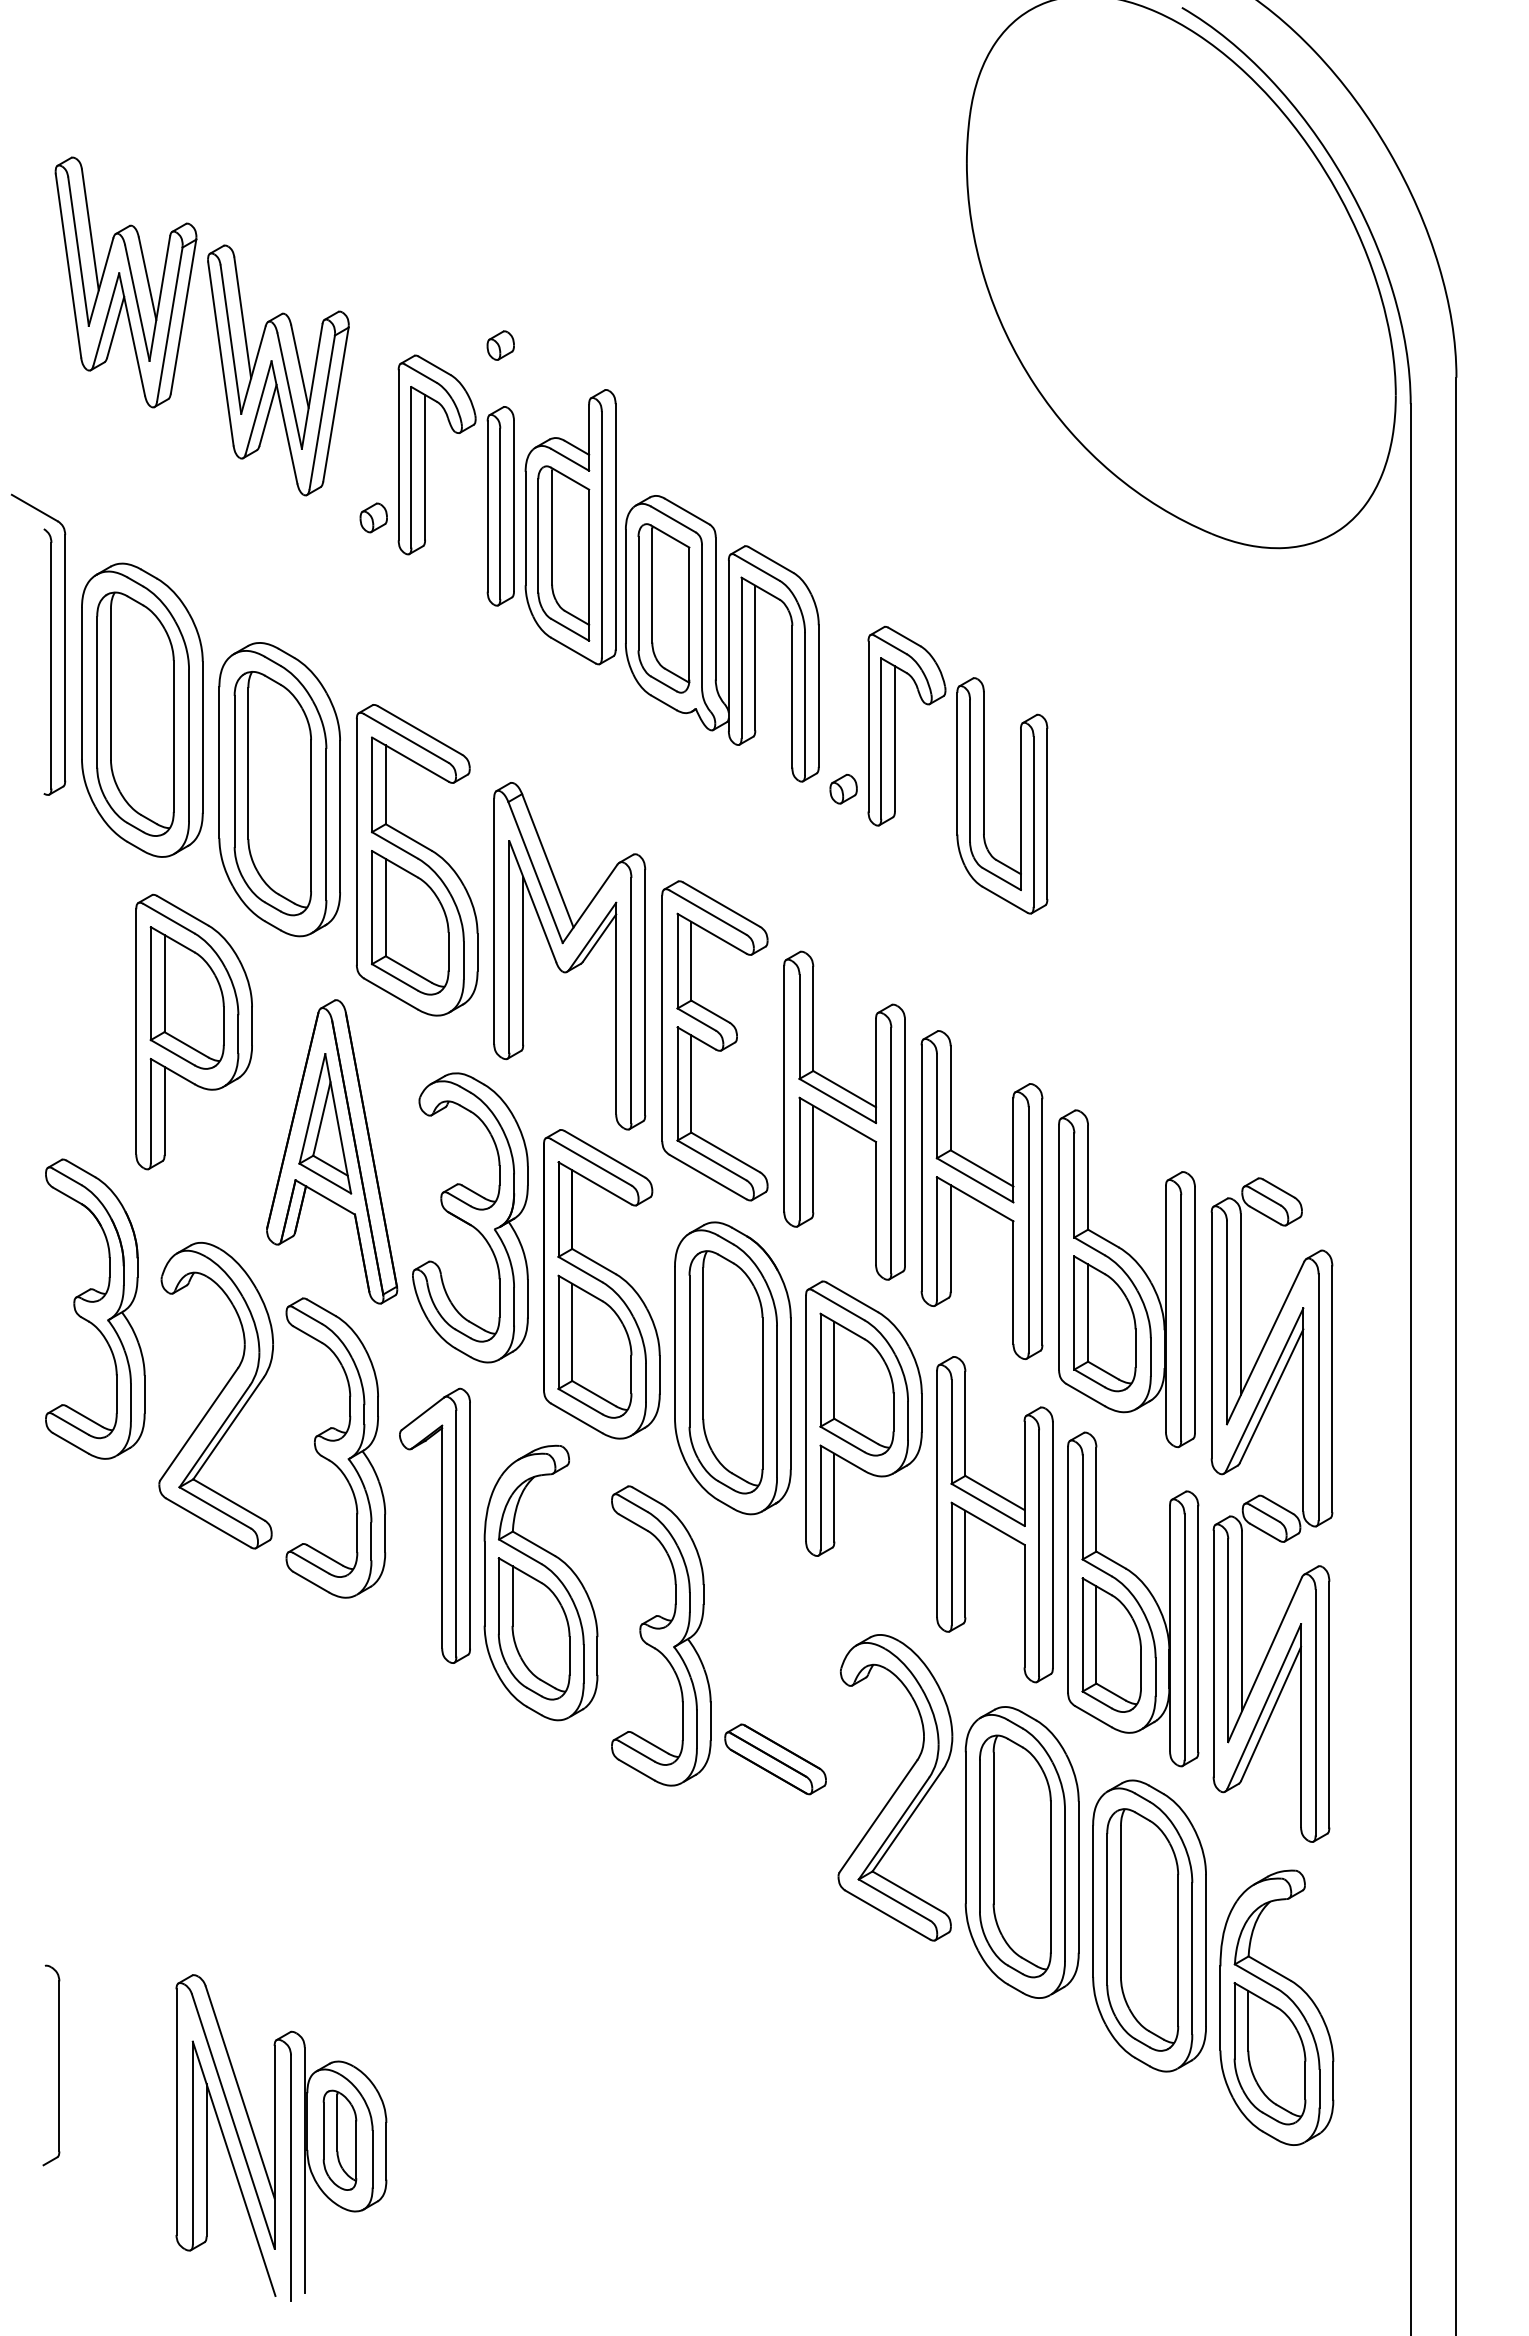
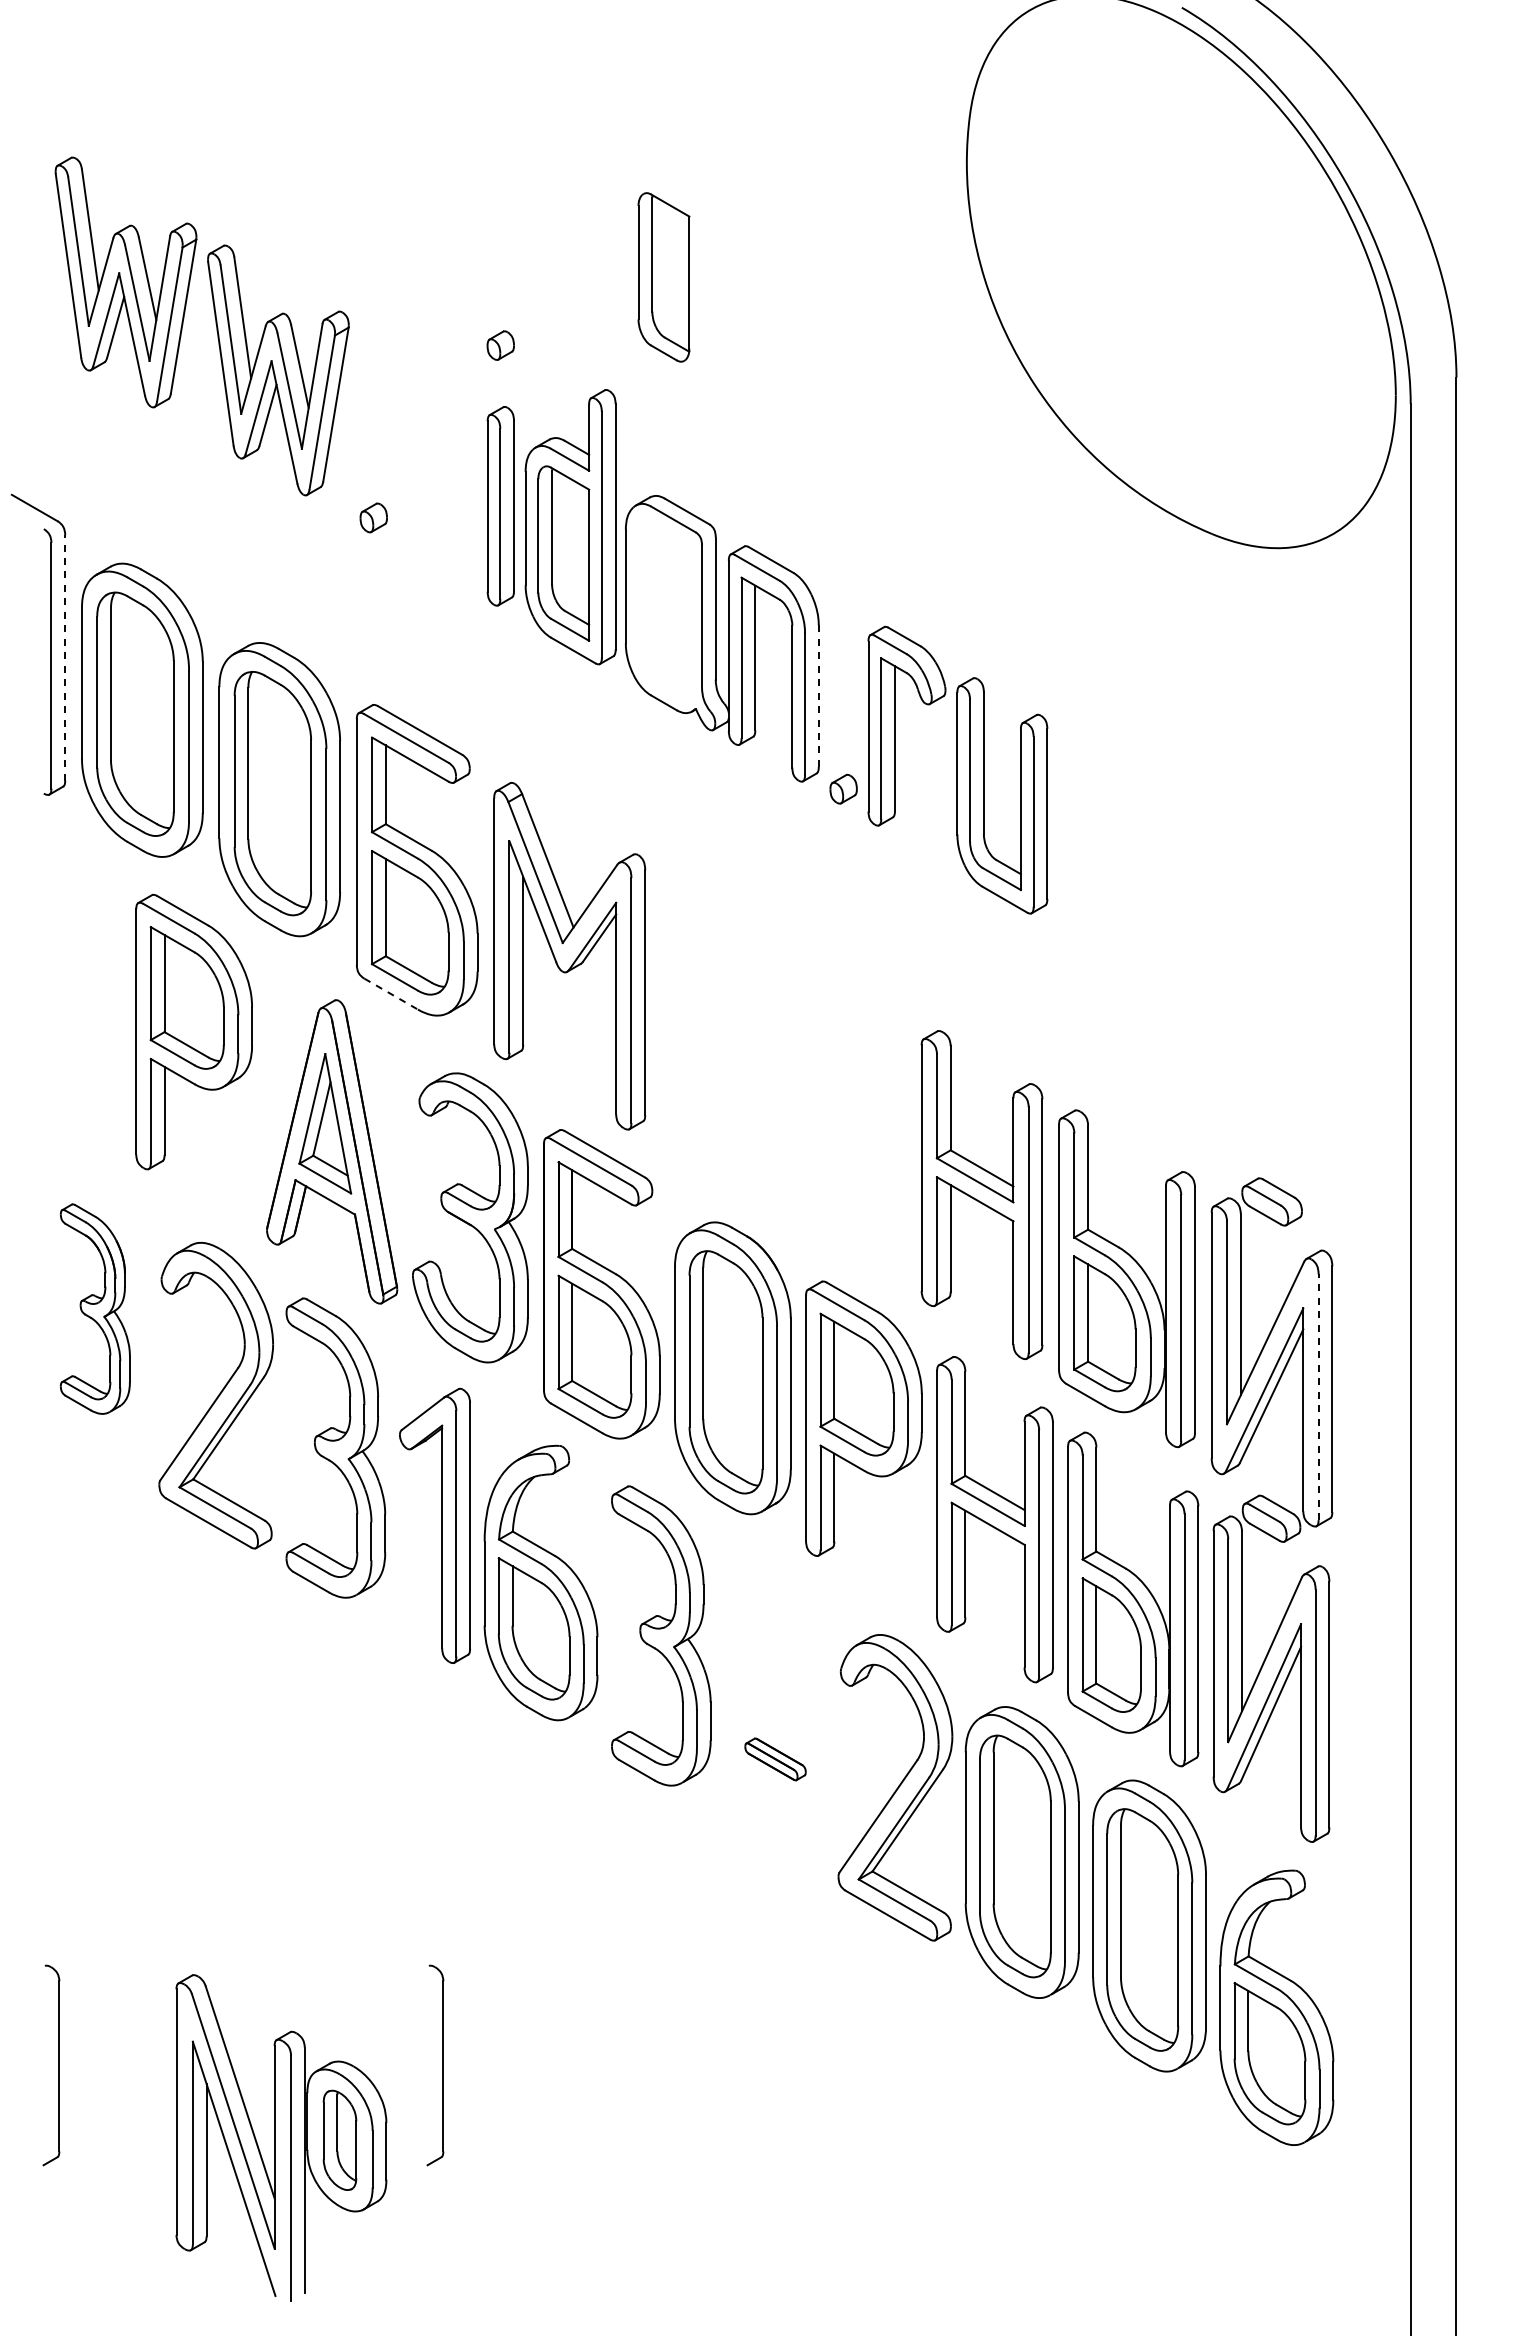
part at (425, 454): present -> none
part at (663, 608) position: (663, 608) -> (663, 277)
line at (65, 657): solid -> dashed
line at (818, 696): solid -> dashed
line at (391, 994): solid -> dashed
part at (714, 1040): present -> none
part at (844, 1115): present -> none
part at (95, 1308) size: 101x302 px -> 71x212 px
line at (1318, 1397): solid -> dashed
part at (775, 1759) size: 103x73 px -> 63x45 px
part at (442, 2065): none -> present
